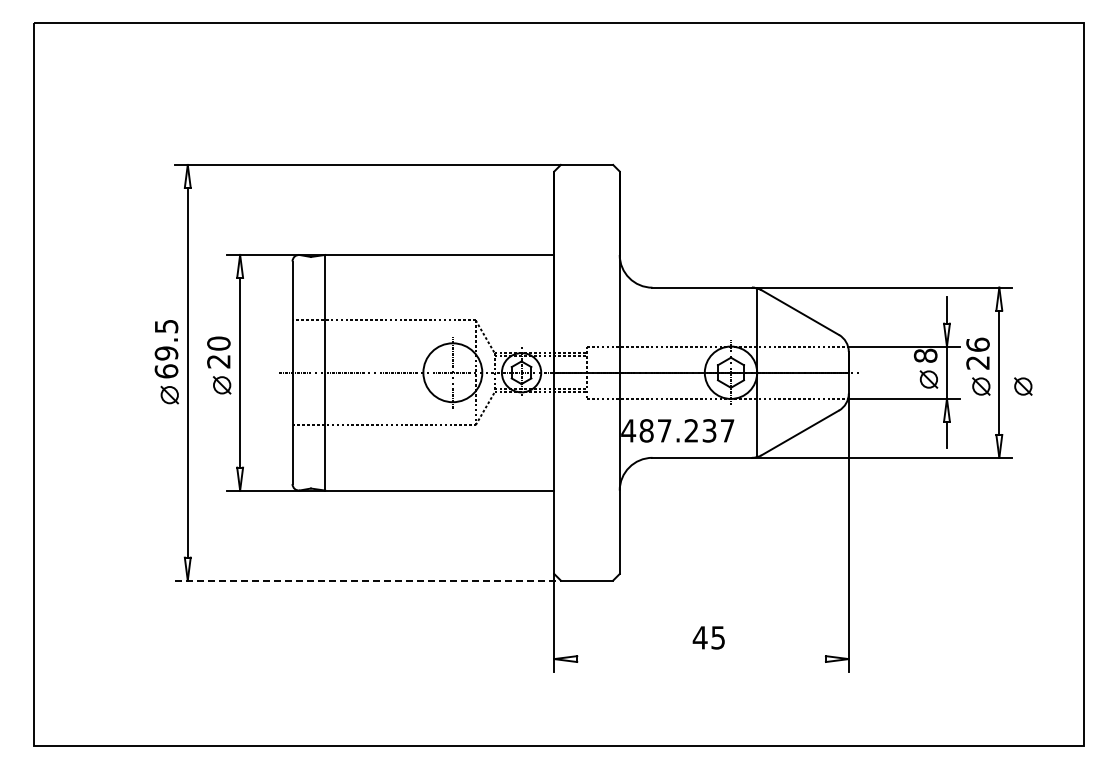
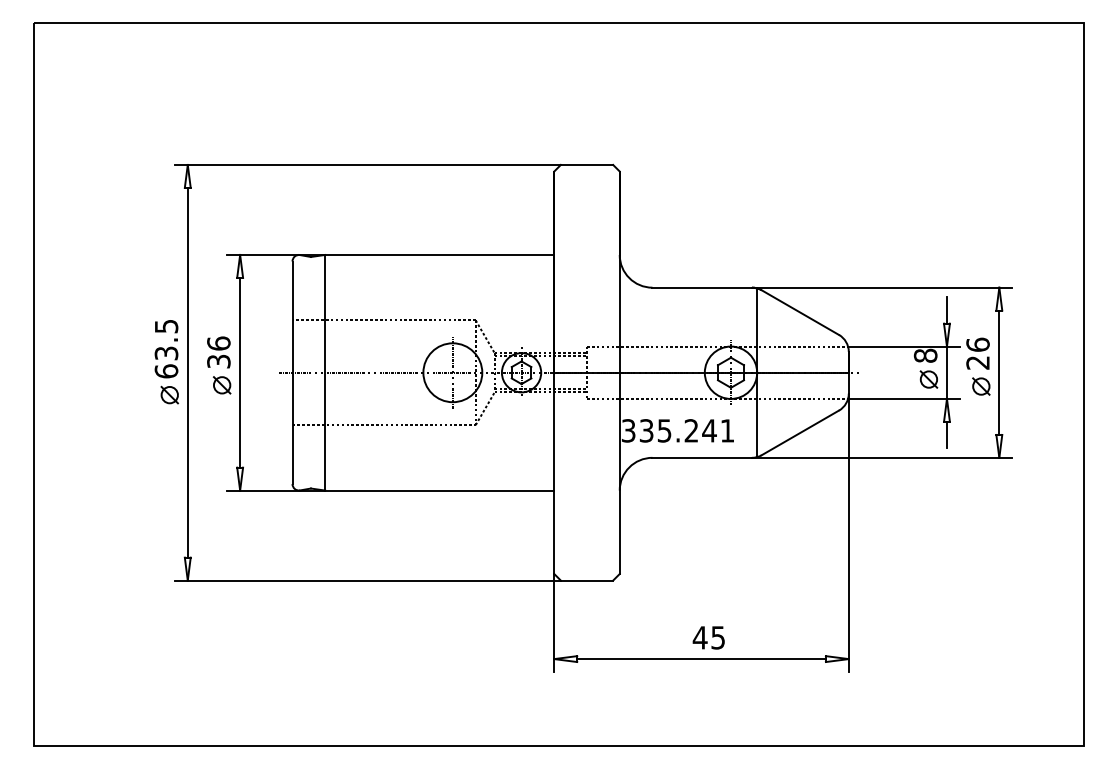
text at (218, 352): 20 -> 36
text at (166, 353): 69.5 -> 63.5
part at (1023, 386): present -> none
text at (677, 430): 487.237 -> 335.241
line at (368, 580): dashed -> solid
line at (701, 659): none -> present
